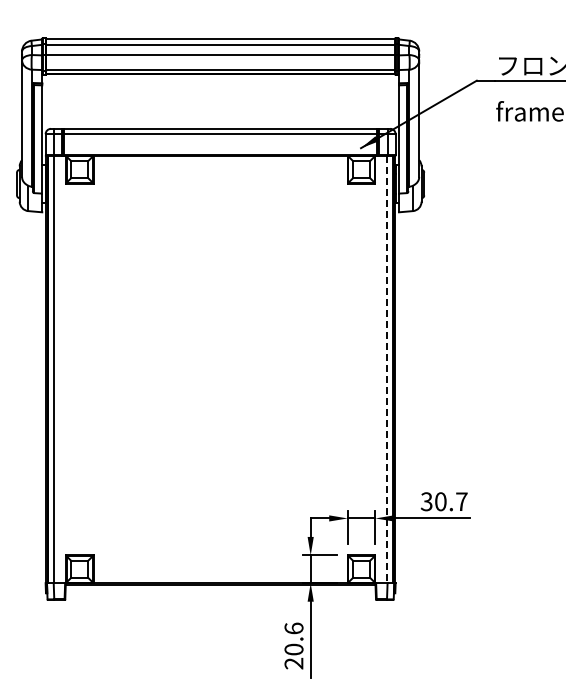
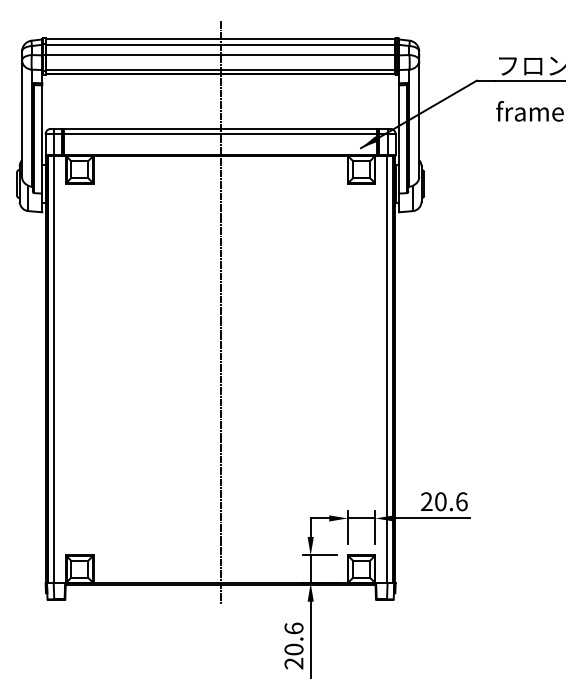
line at (220, 311): none -> present
line at (387, 369): dashed -> solid
text at (443, 501): 30.7 -> 20.6
